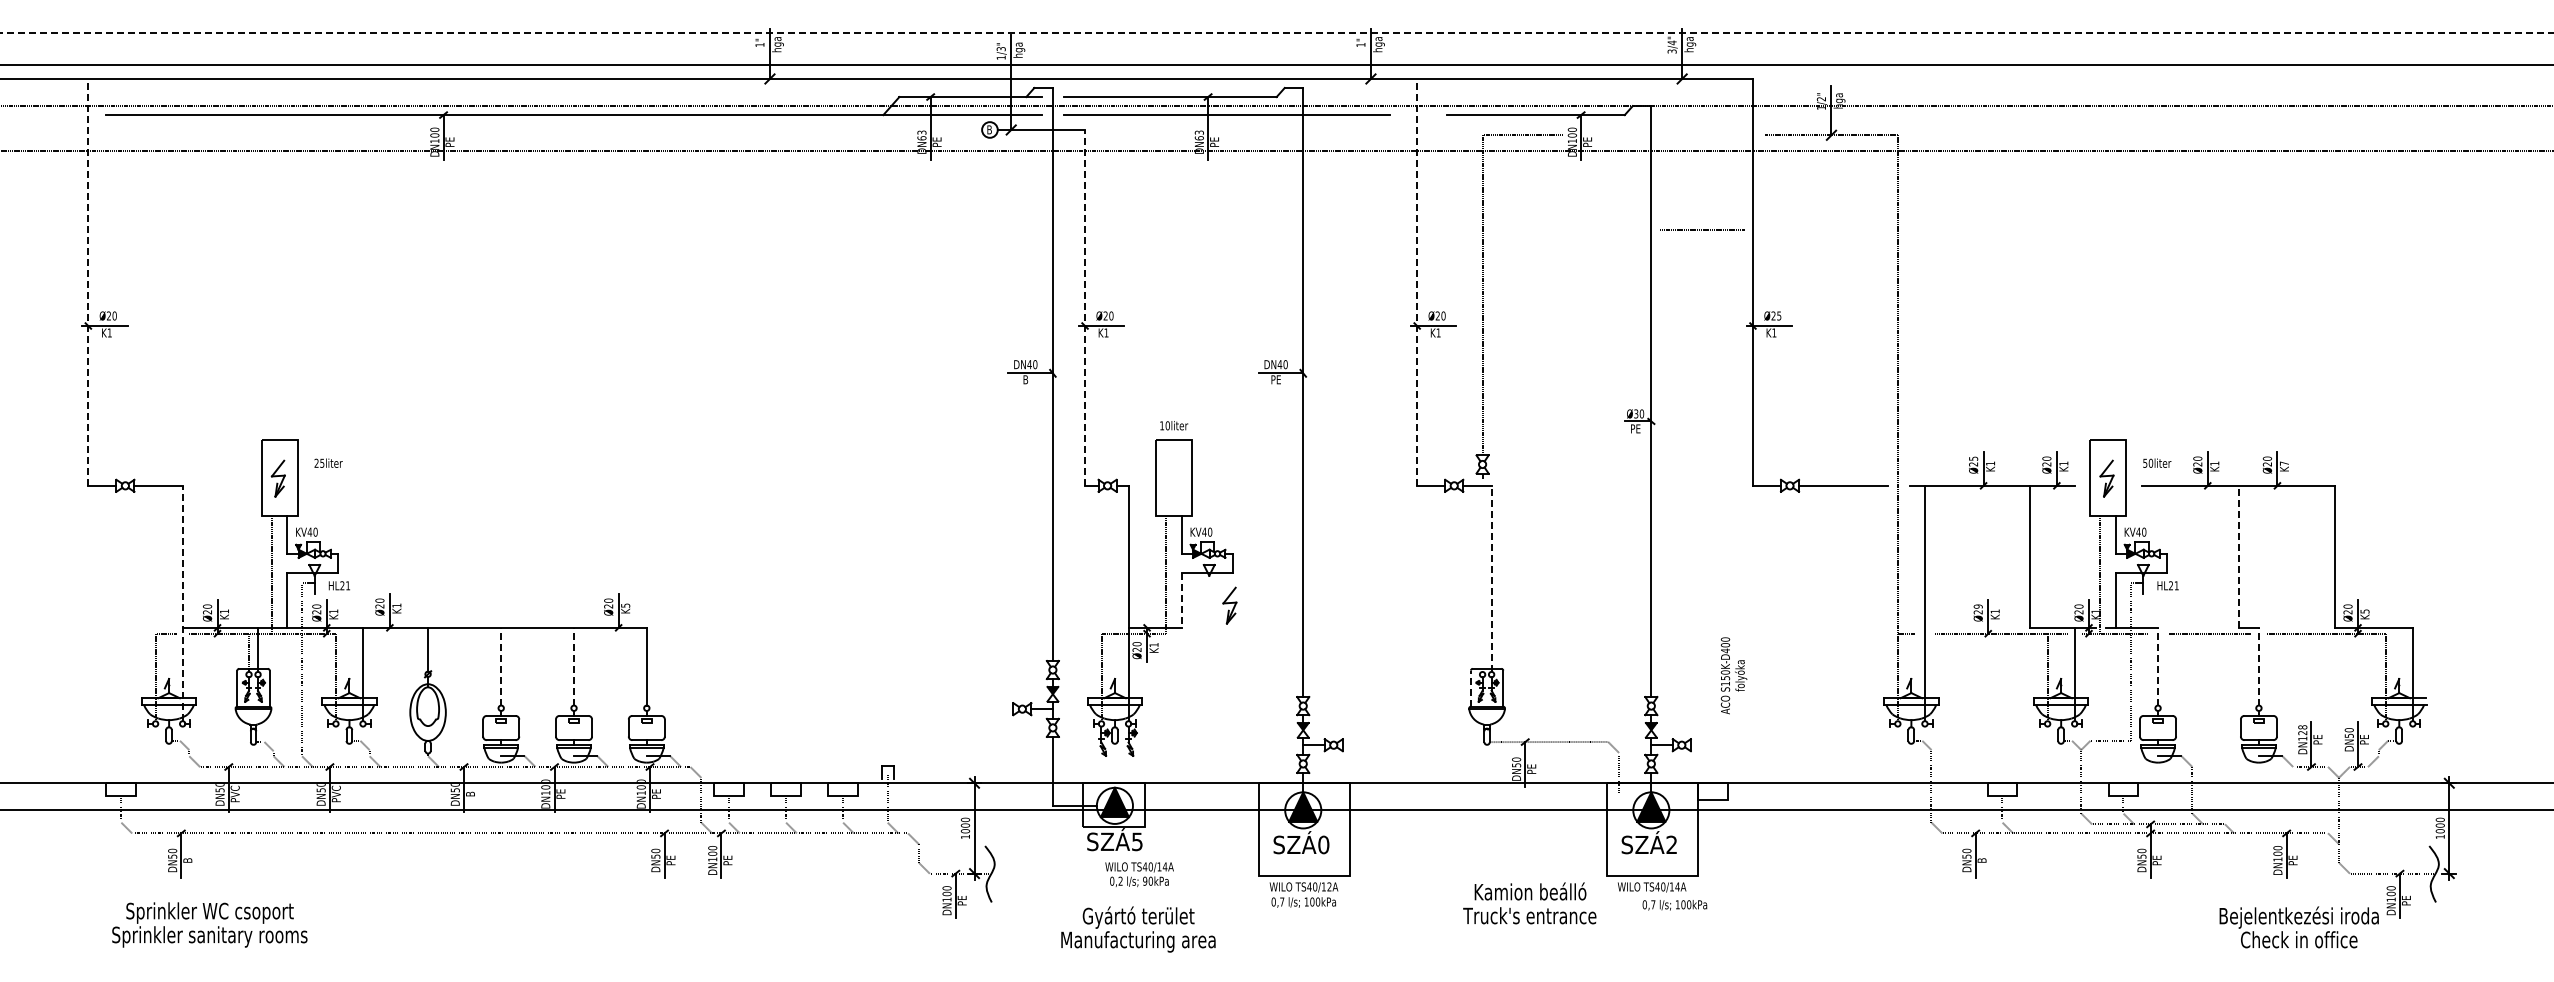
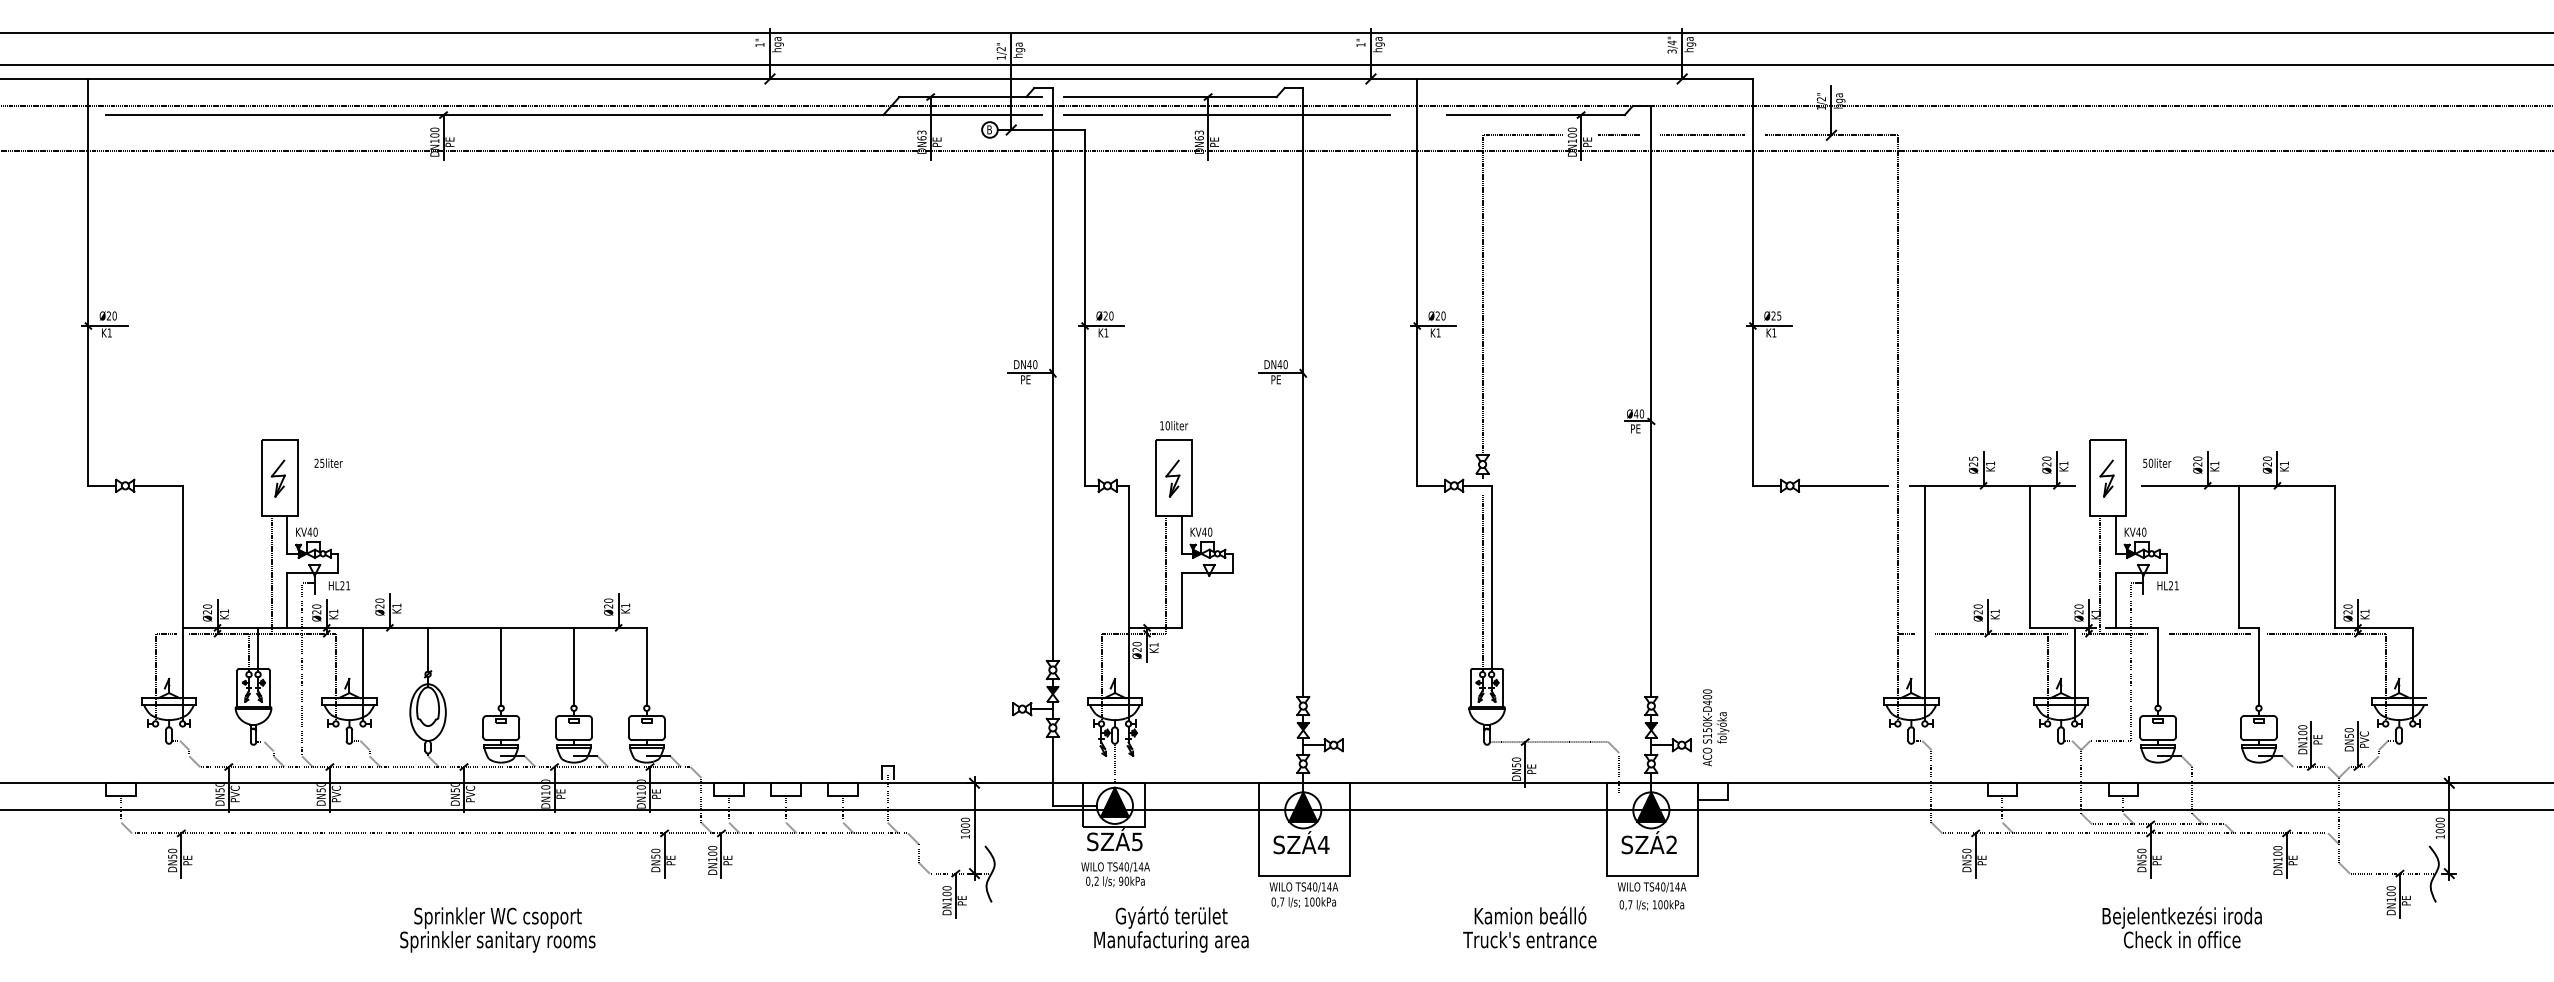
line at (1276, 32): dashed -> solid
text at (1001, 49): 1/3" -> 1/2"
line at (1618, 135): none -> present
line at (1701, 229) position: (1701, 229) -> (1701, 134)
line at (88, 281): dashed -> solid
line at (1417, 281): dashed -> solid
line at (1085, 307): dashed -> solid
text at (1025, 379): B -> PE
text at (1636, 413): Ø30 -> Ø40
text at (2284, 463): K7 -> K1
line at (2239, 556): dashed -> solid
line at (1491, 578): dashed -> solid
line at (1482, 582): none -> present
line at (1181, 600): dashed -> solid
line at (182, 603): dashed -> solid
text at (625, 605): K5 -> K1
part at (1229, 605) position: (1229, 605) -> (1172, 478)
text at (1978, 606): Ø29 -> Ø20
text at (2364, 611): K5 -> K1
line at (501, 666): dashed -> solid
line at (574, 666): dashed -> solid
line at (2158, 666): dashed -> solid
line at (2258, 666): dashed -> solid
text at (1733, 675) position: (1733, 675) -> (1715, 727)
line at (1470, 688): dashed -> solid
text at (2302, 730): DN128 -> DN100
text at (2364, 739): PE -> PVC
line at (1114, 763): none -> present
text at (470, 793): B -> PVC
text at (1323, 844): SZÁ0 -> SZÁ4
text at (187, 860): B -> PE
text at (1981, 860): B -> PE
text at (1139, 874) position: (1139, 874) -> (1115, 874)
text at (1329, 886): TS40/12A -> TS40/14A
text at (1529, 903) position: (1529, 903) -> (1529, 927)
text at (1674, 905) position: (1674, 905) -> (1651, 905)
text at (209, 924) position: (209, 924) -> (497, 929)
text at (2298, 927) position: (2298, 927) -> (2181, 927)
text at (1138, 929) position: (1138, 929) -> (1171, 929)
